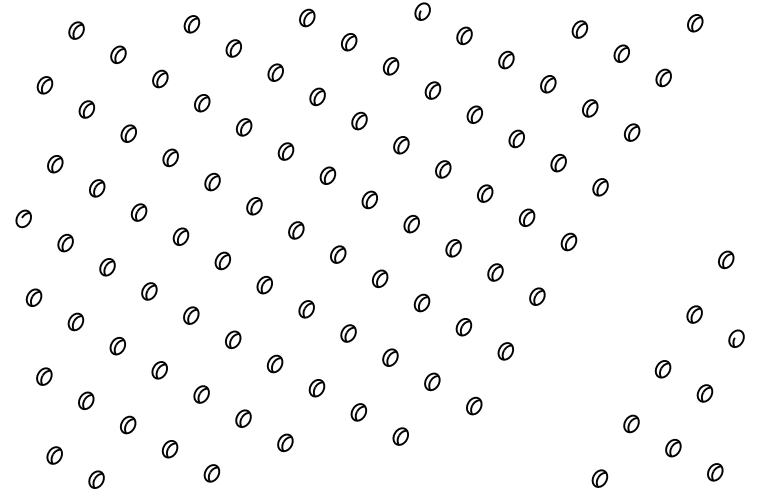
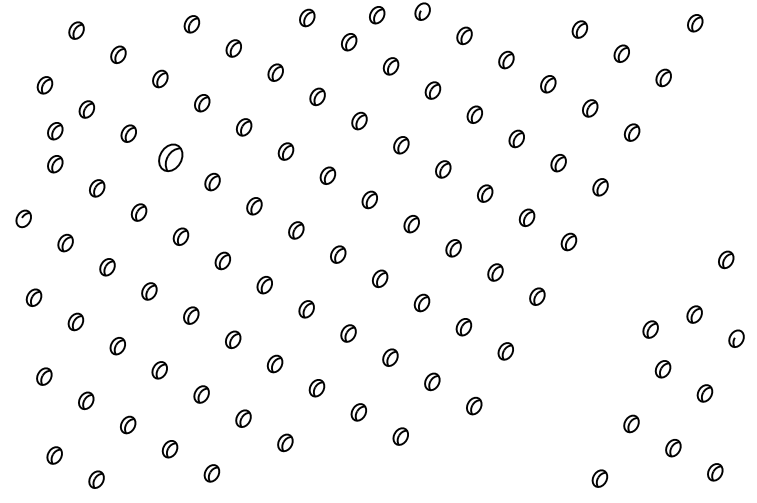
part at (377, 15): none -> present
part at (55, 131): none -> present
part at (170, 157) size: 17x20 px -> 26x29 px
part at (650, 329): none -> present
